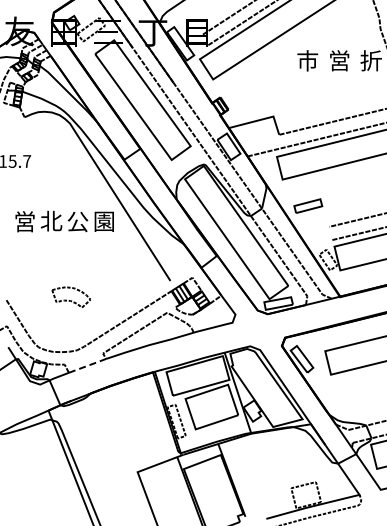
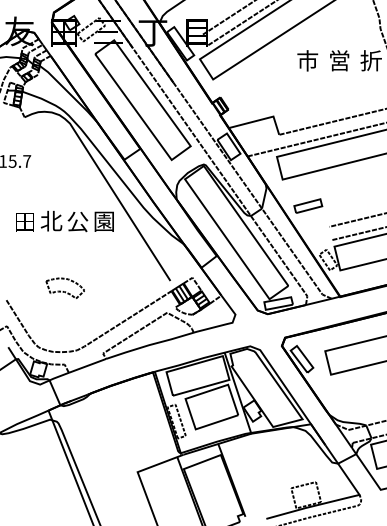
text at (24, 221): 営 -> 田
part at (70, 296) position: (70, 296) -> (64, 287)
line at (87, 365): dashed -> solid
